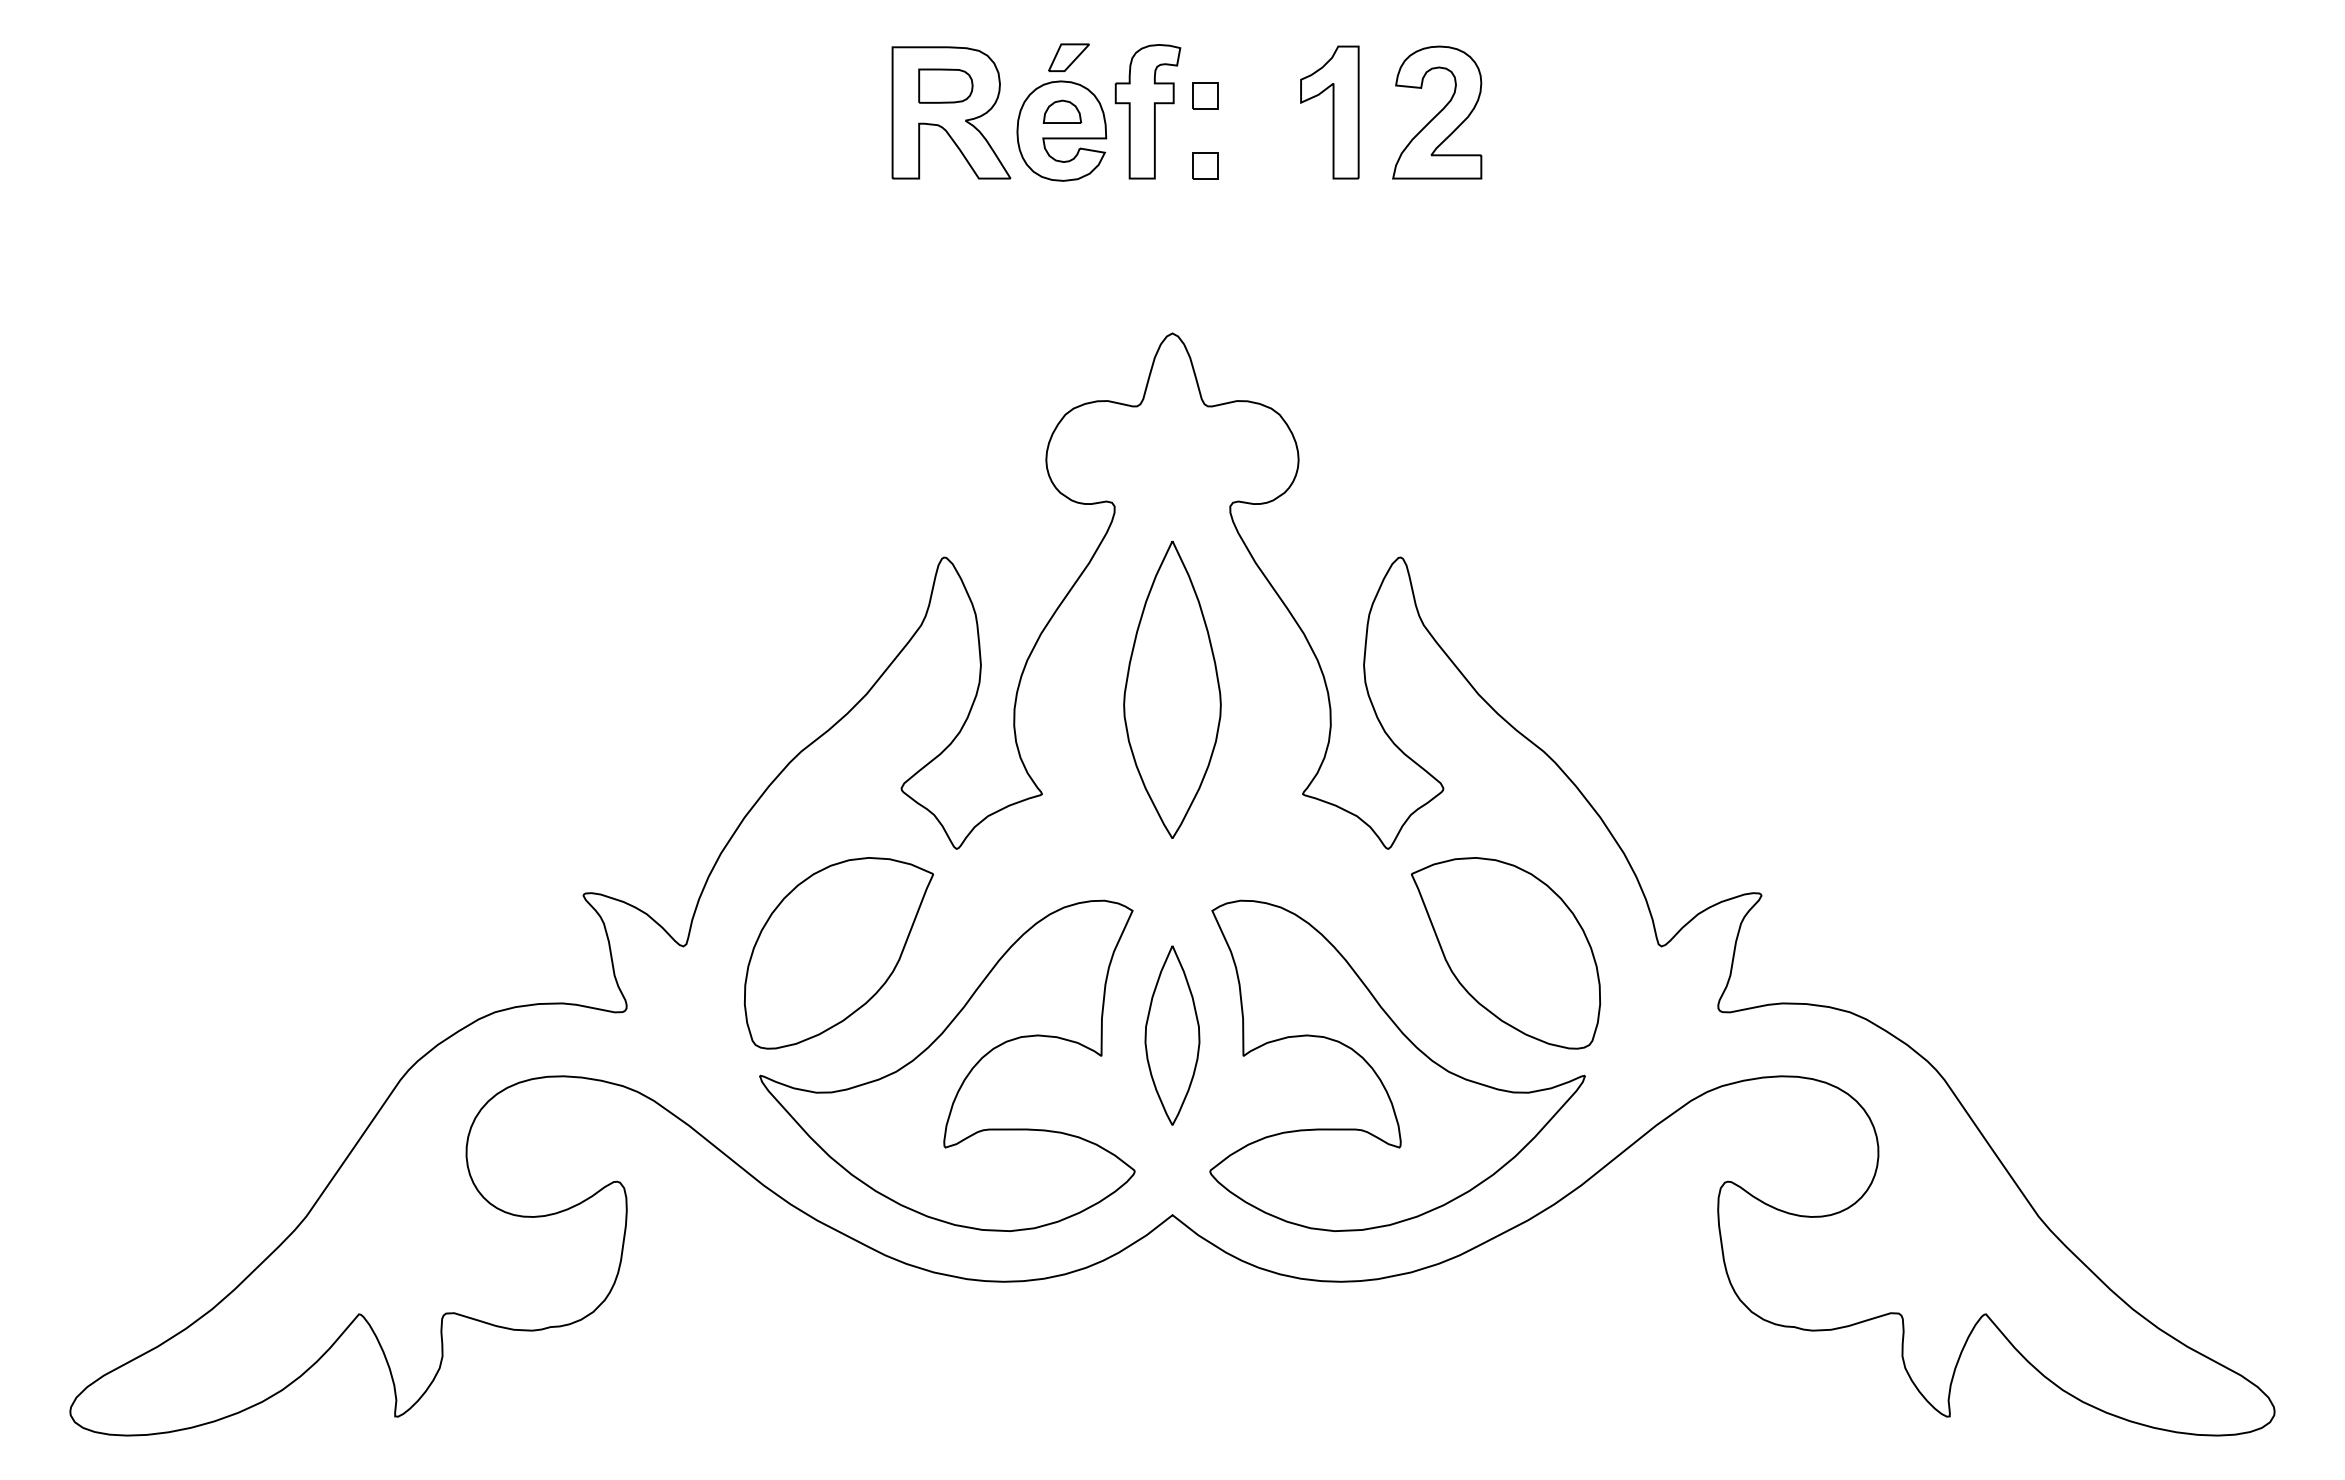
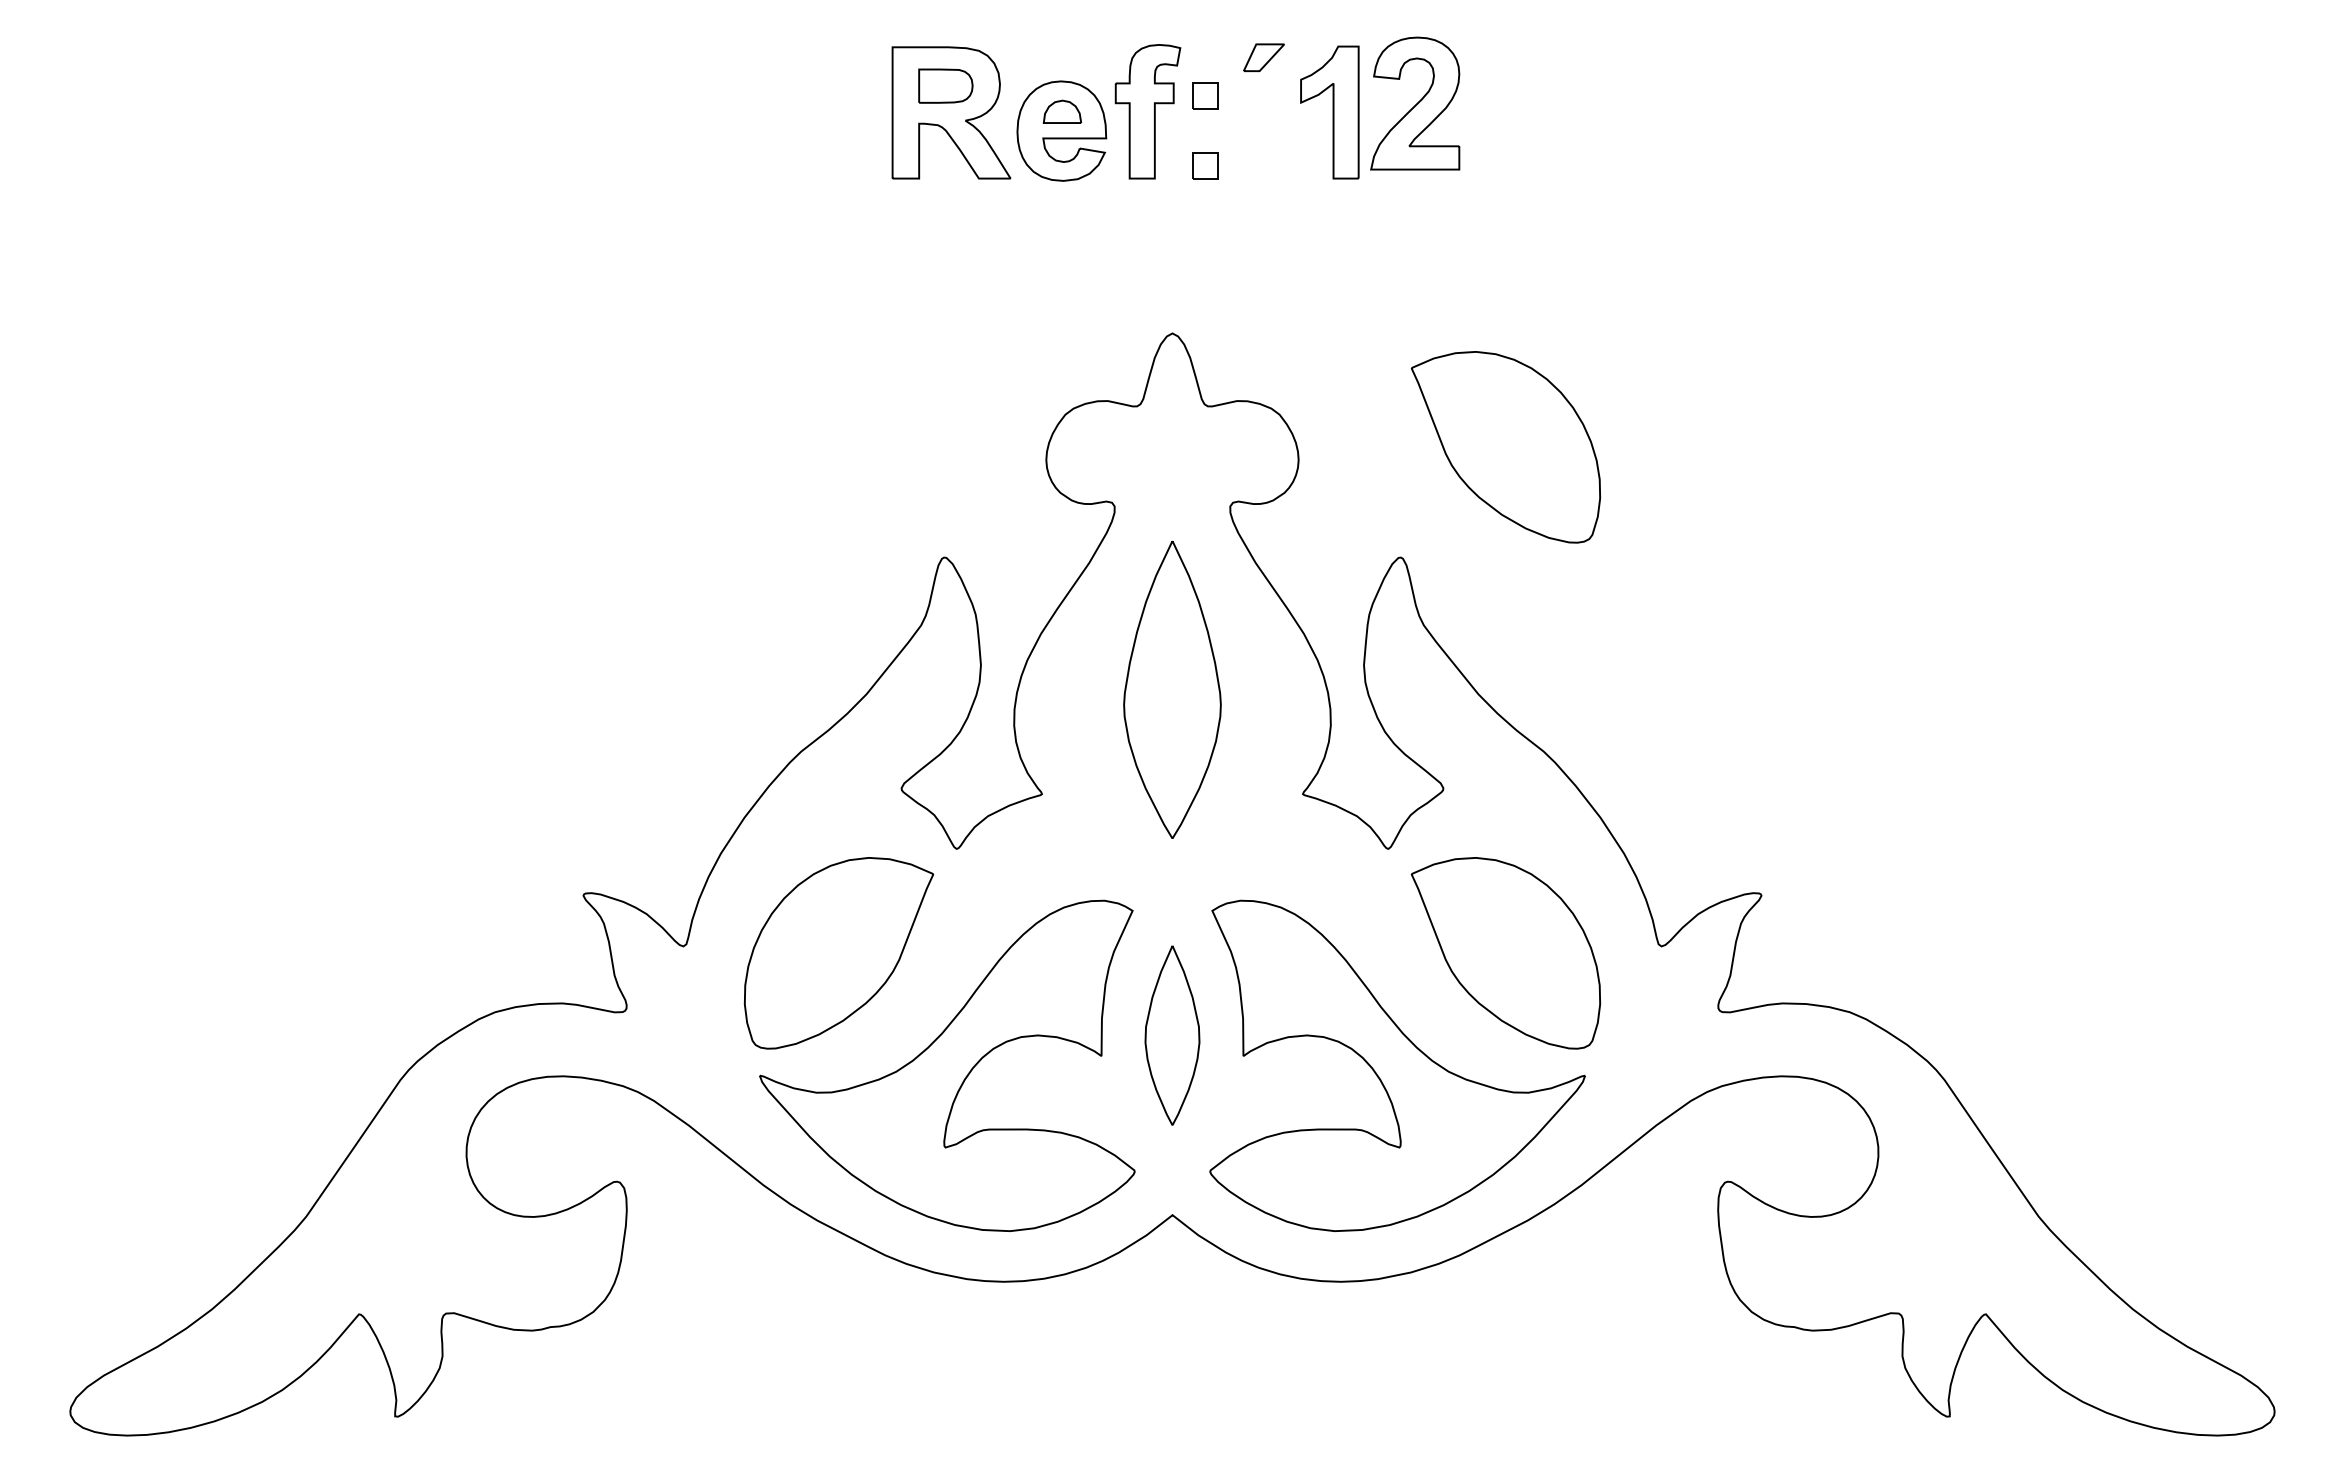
part at (1068, 57) position: (1068, 57) -> (1263, 57)
part at (1437, 112) position: (1437, 112) -> (1415, 103)
part at (1505, 447): none -> present
